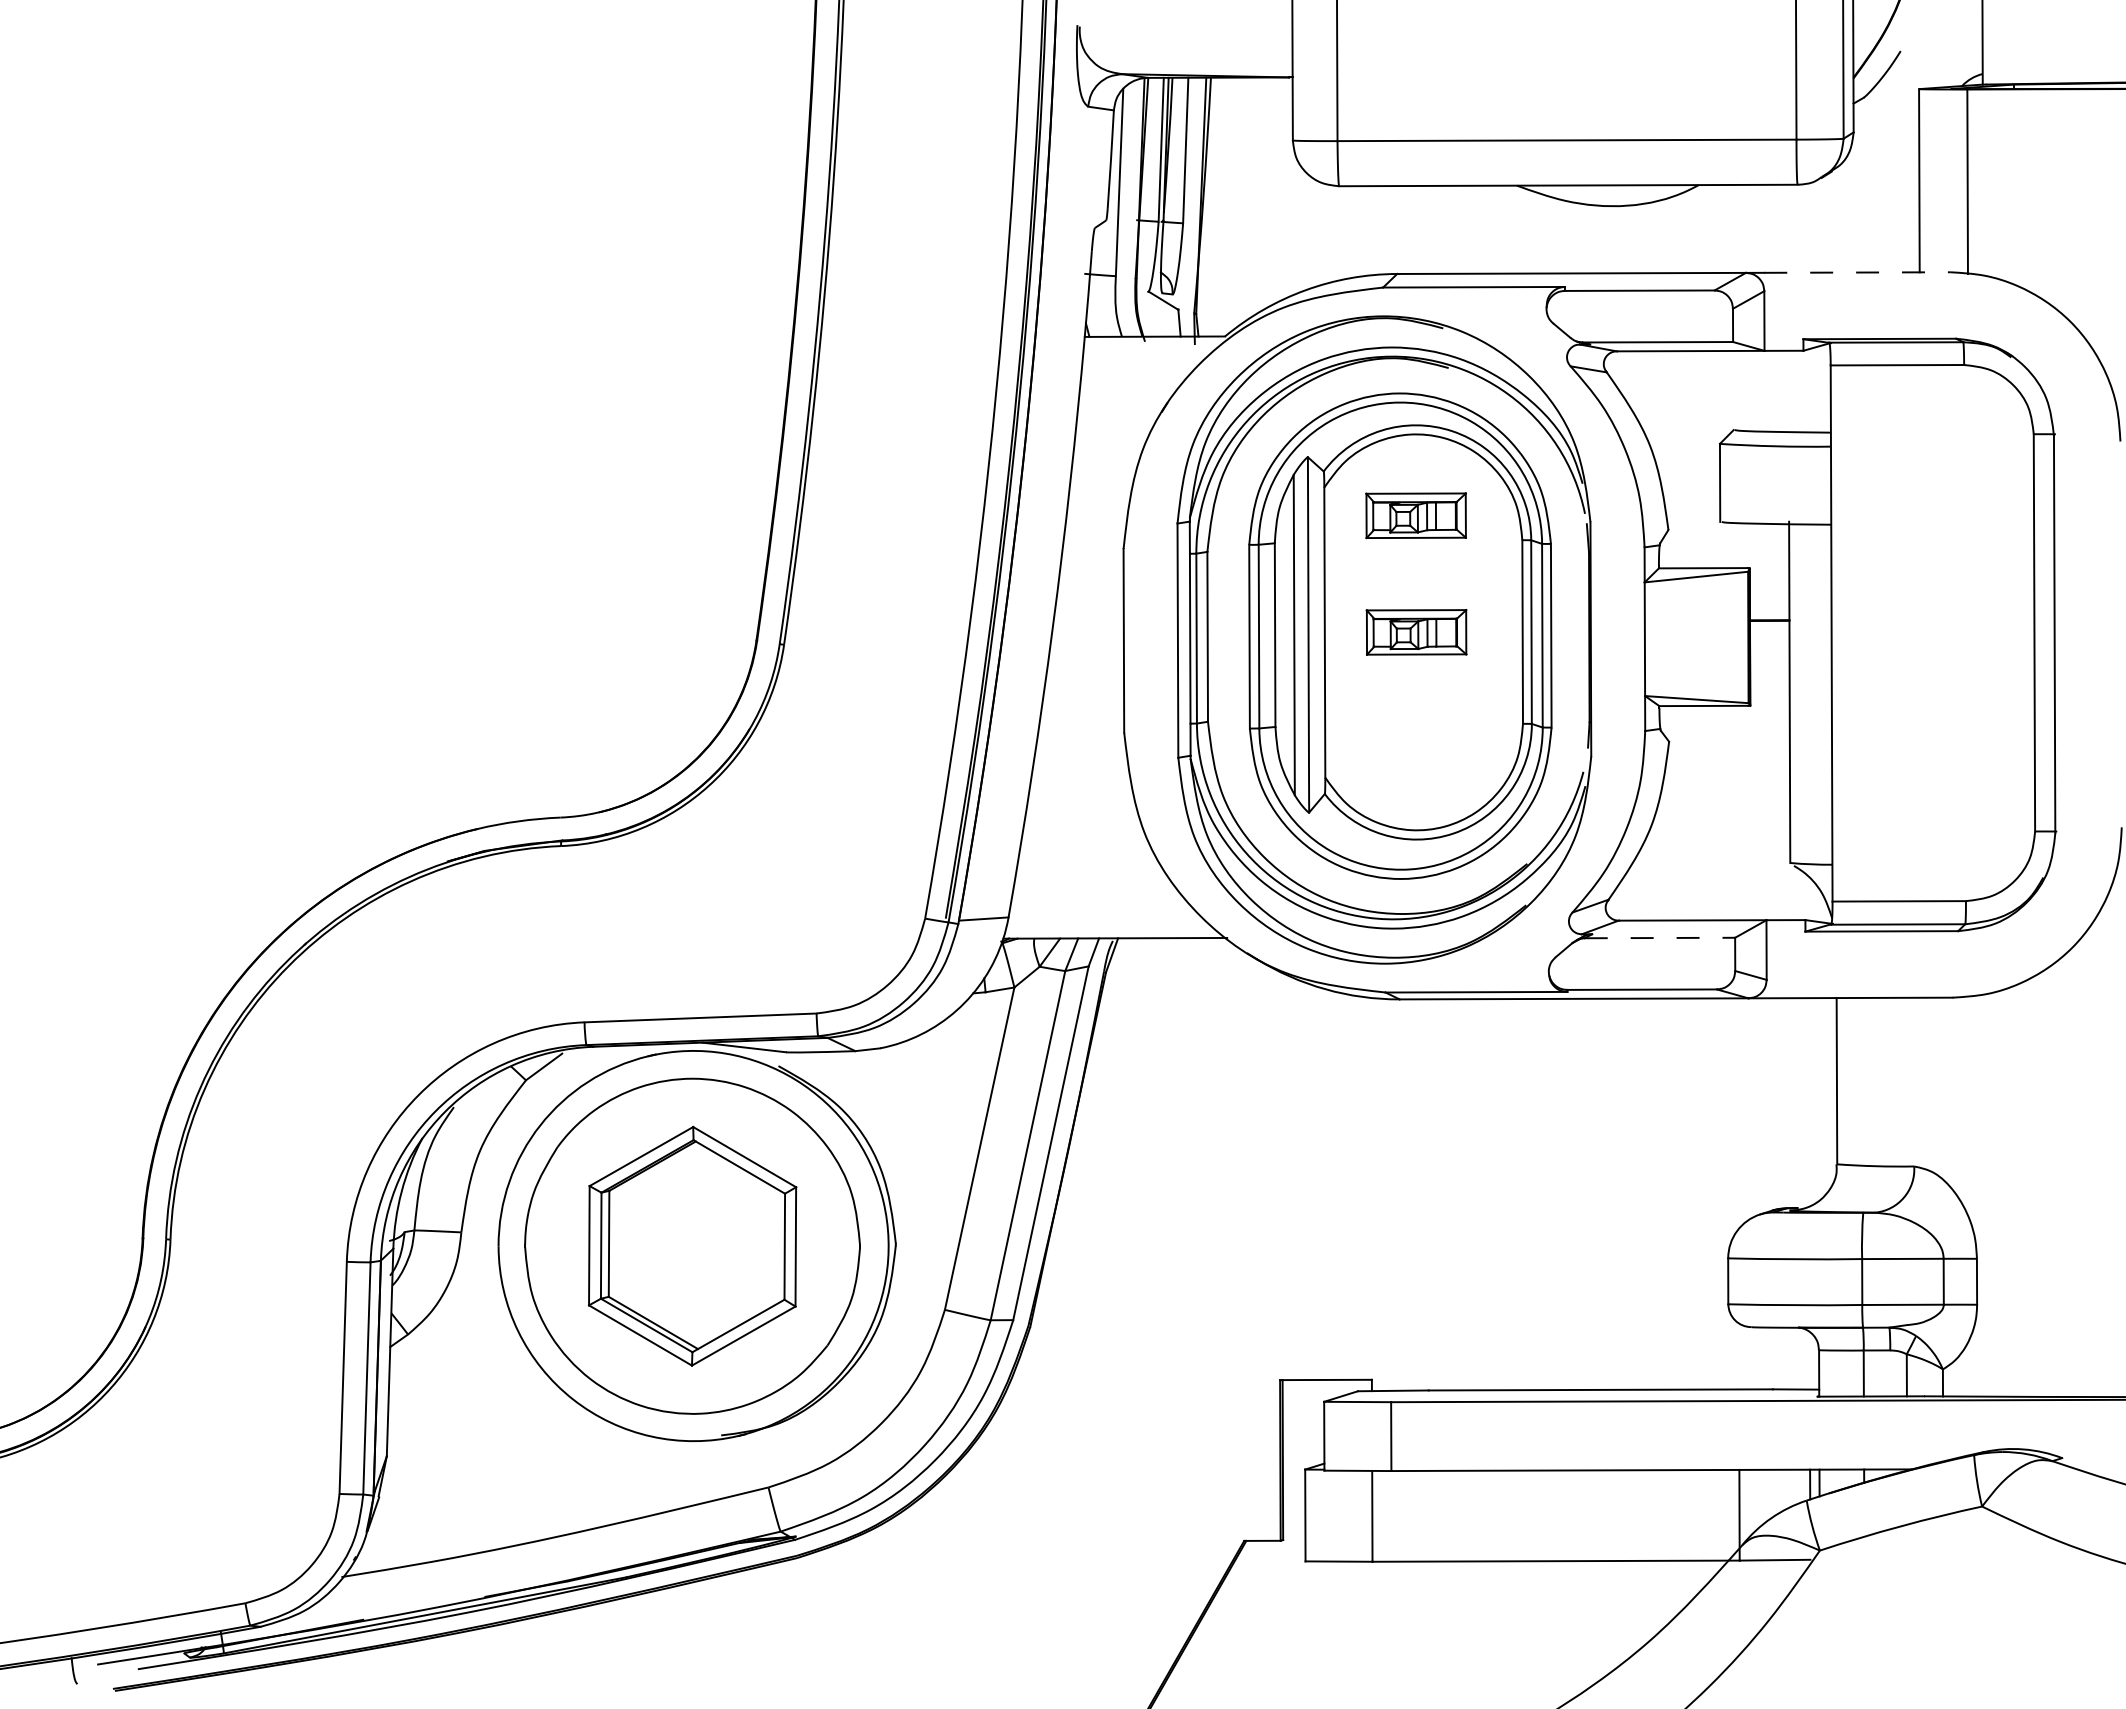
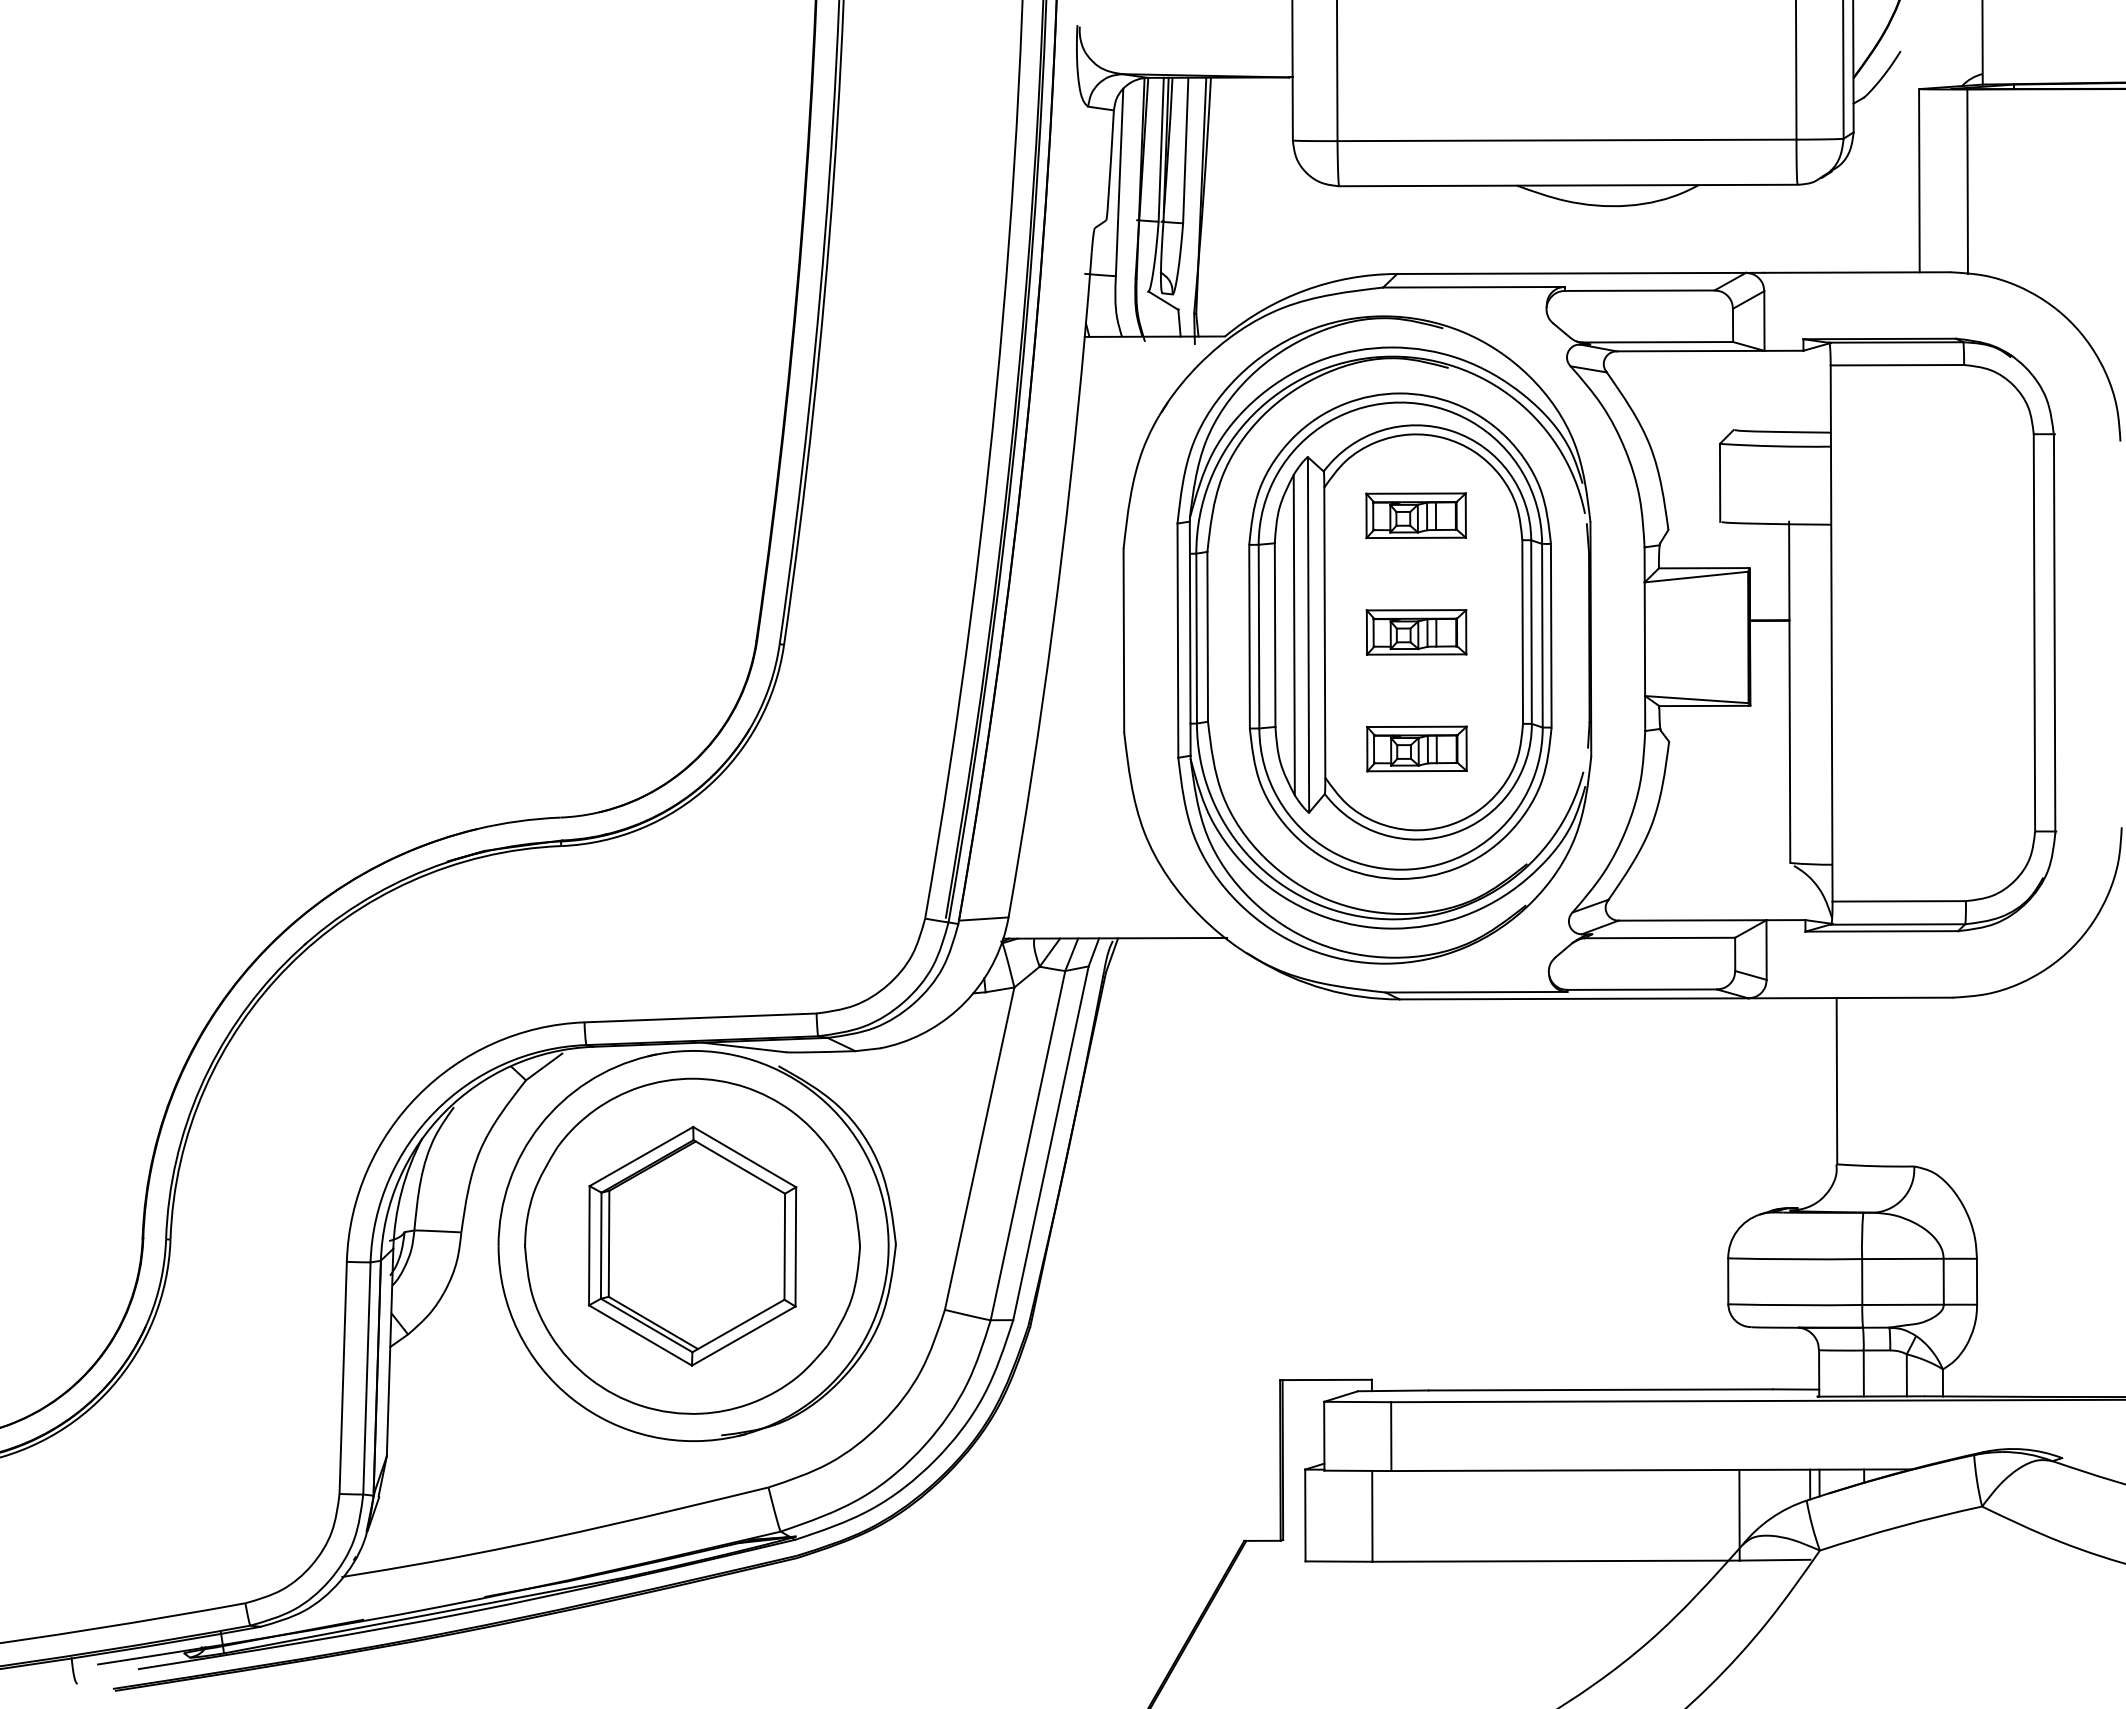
line at (1857, 272): dashed -> solid
part at (1416, 748): none -> present
line at (1660, 938): dashed -> solid
